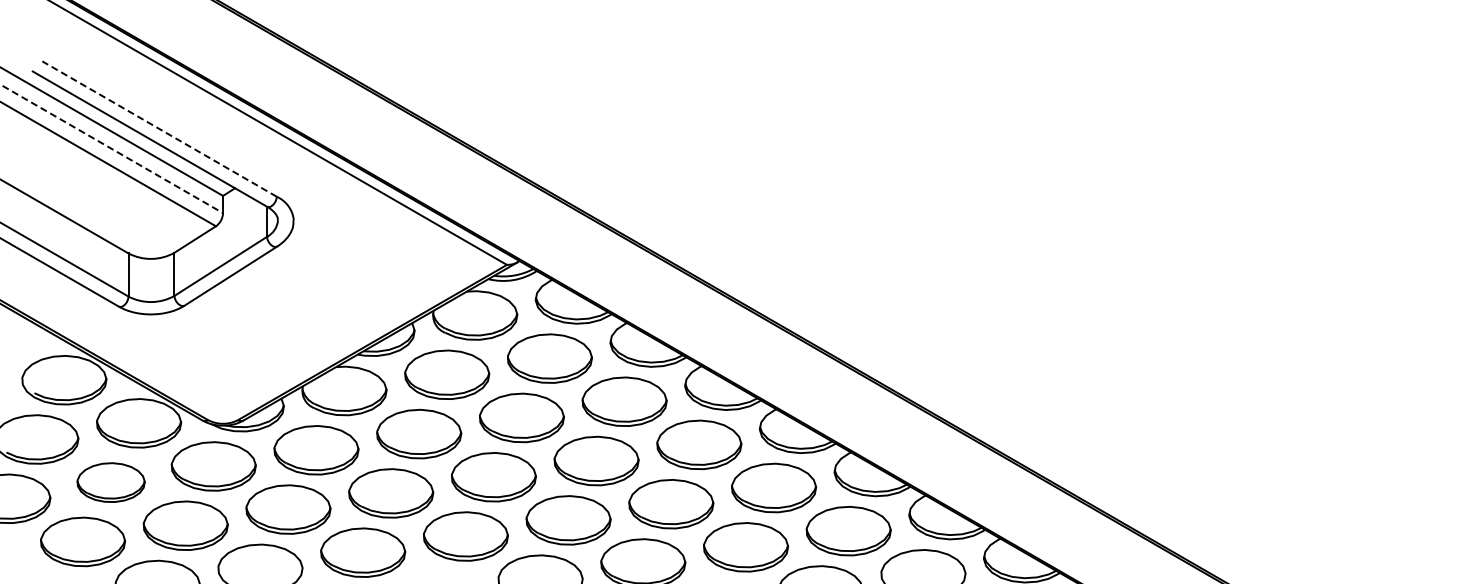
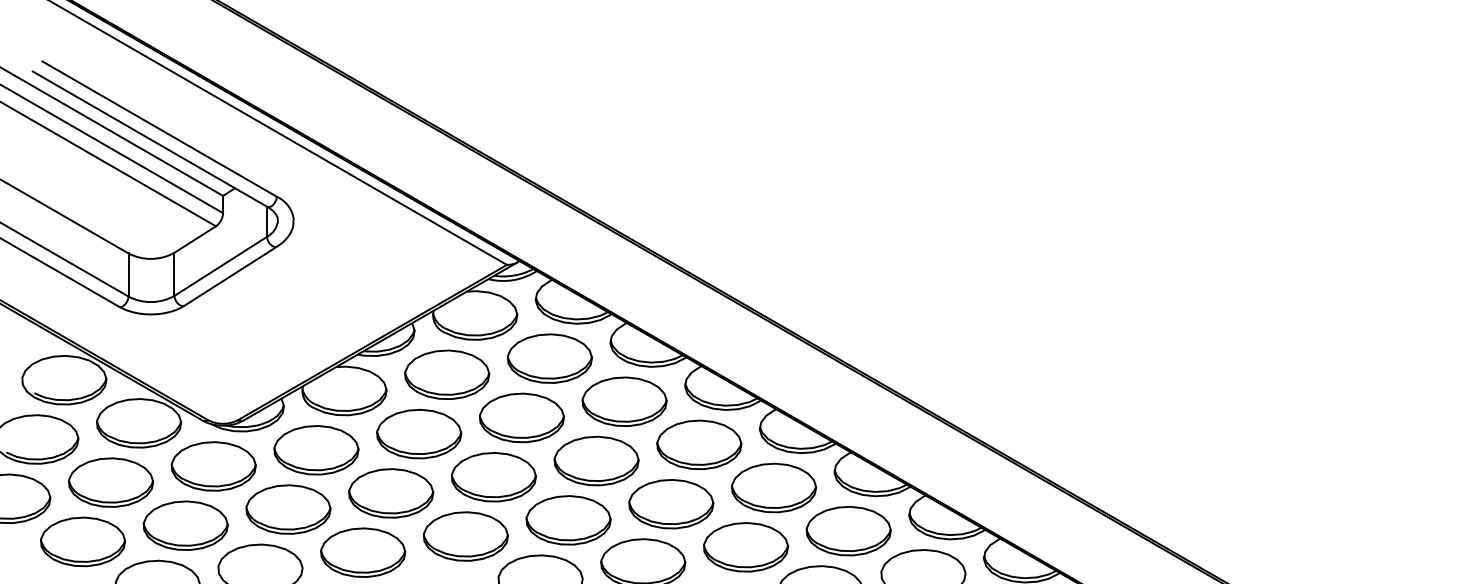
line at (159, 128): dashed -> solid
line at (112, 149): dashed -> solid
part at (110, 482) size: 70x41 px -> 87x51 px
